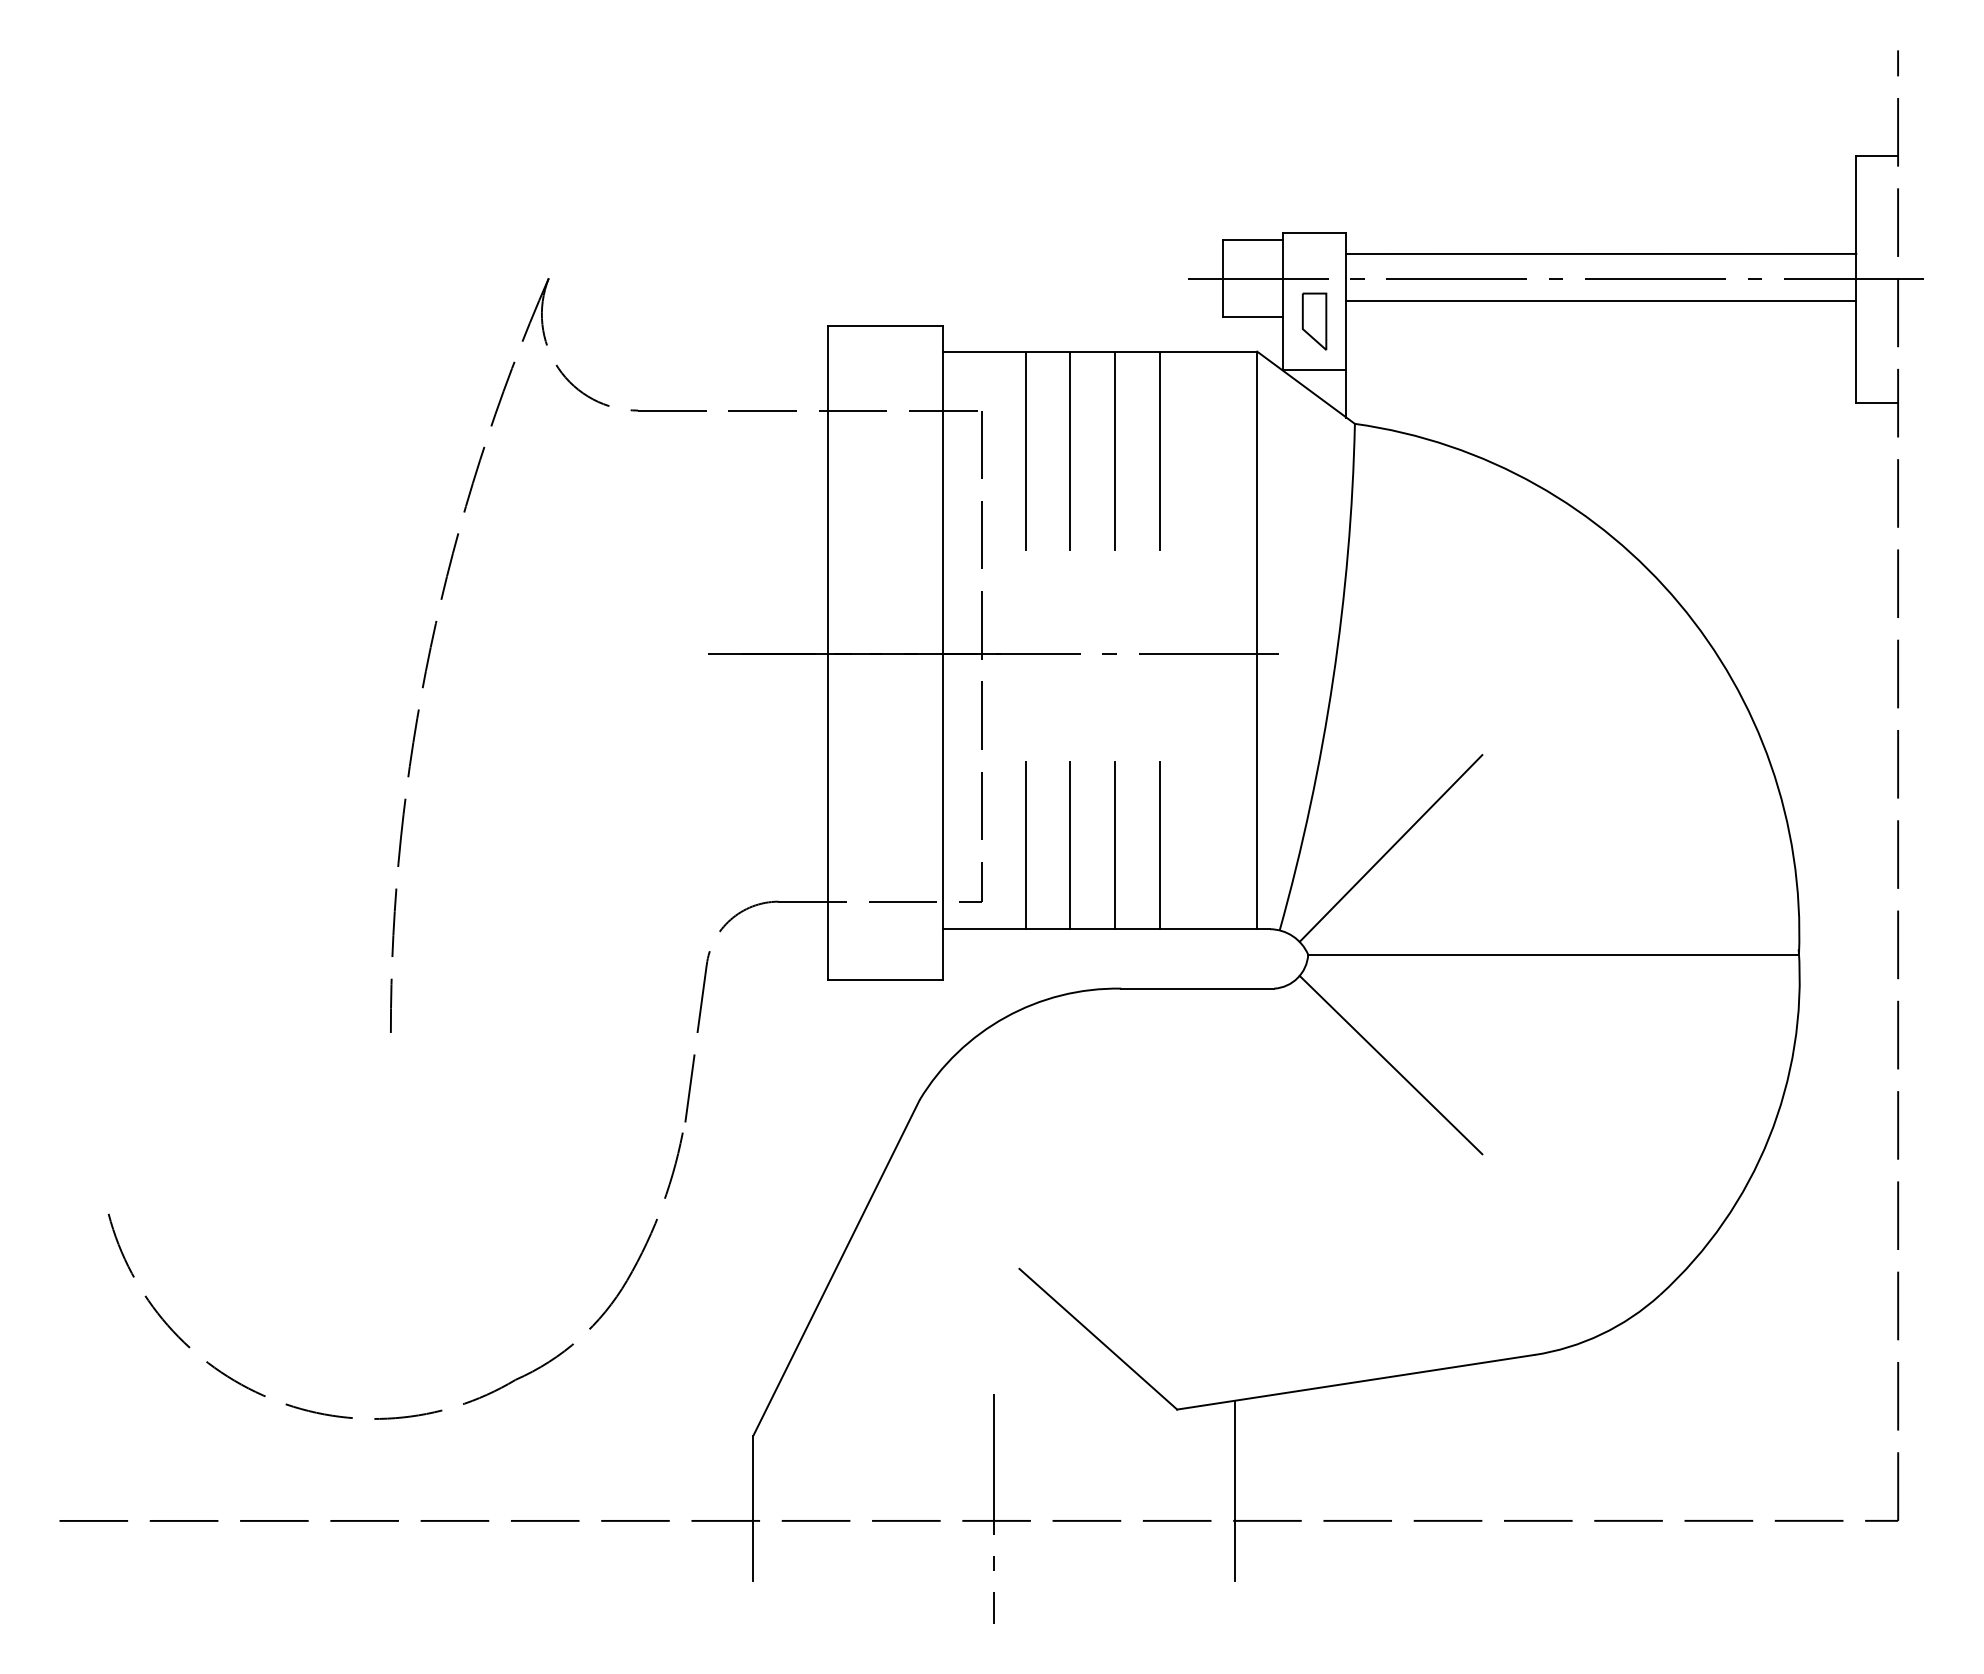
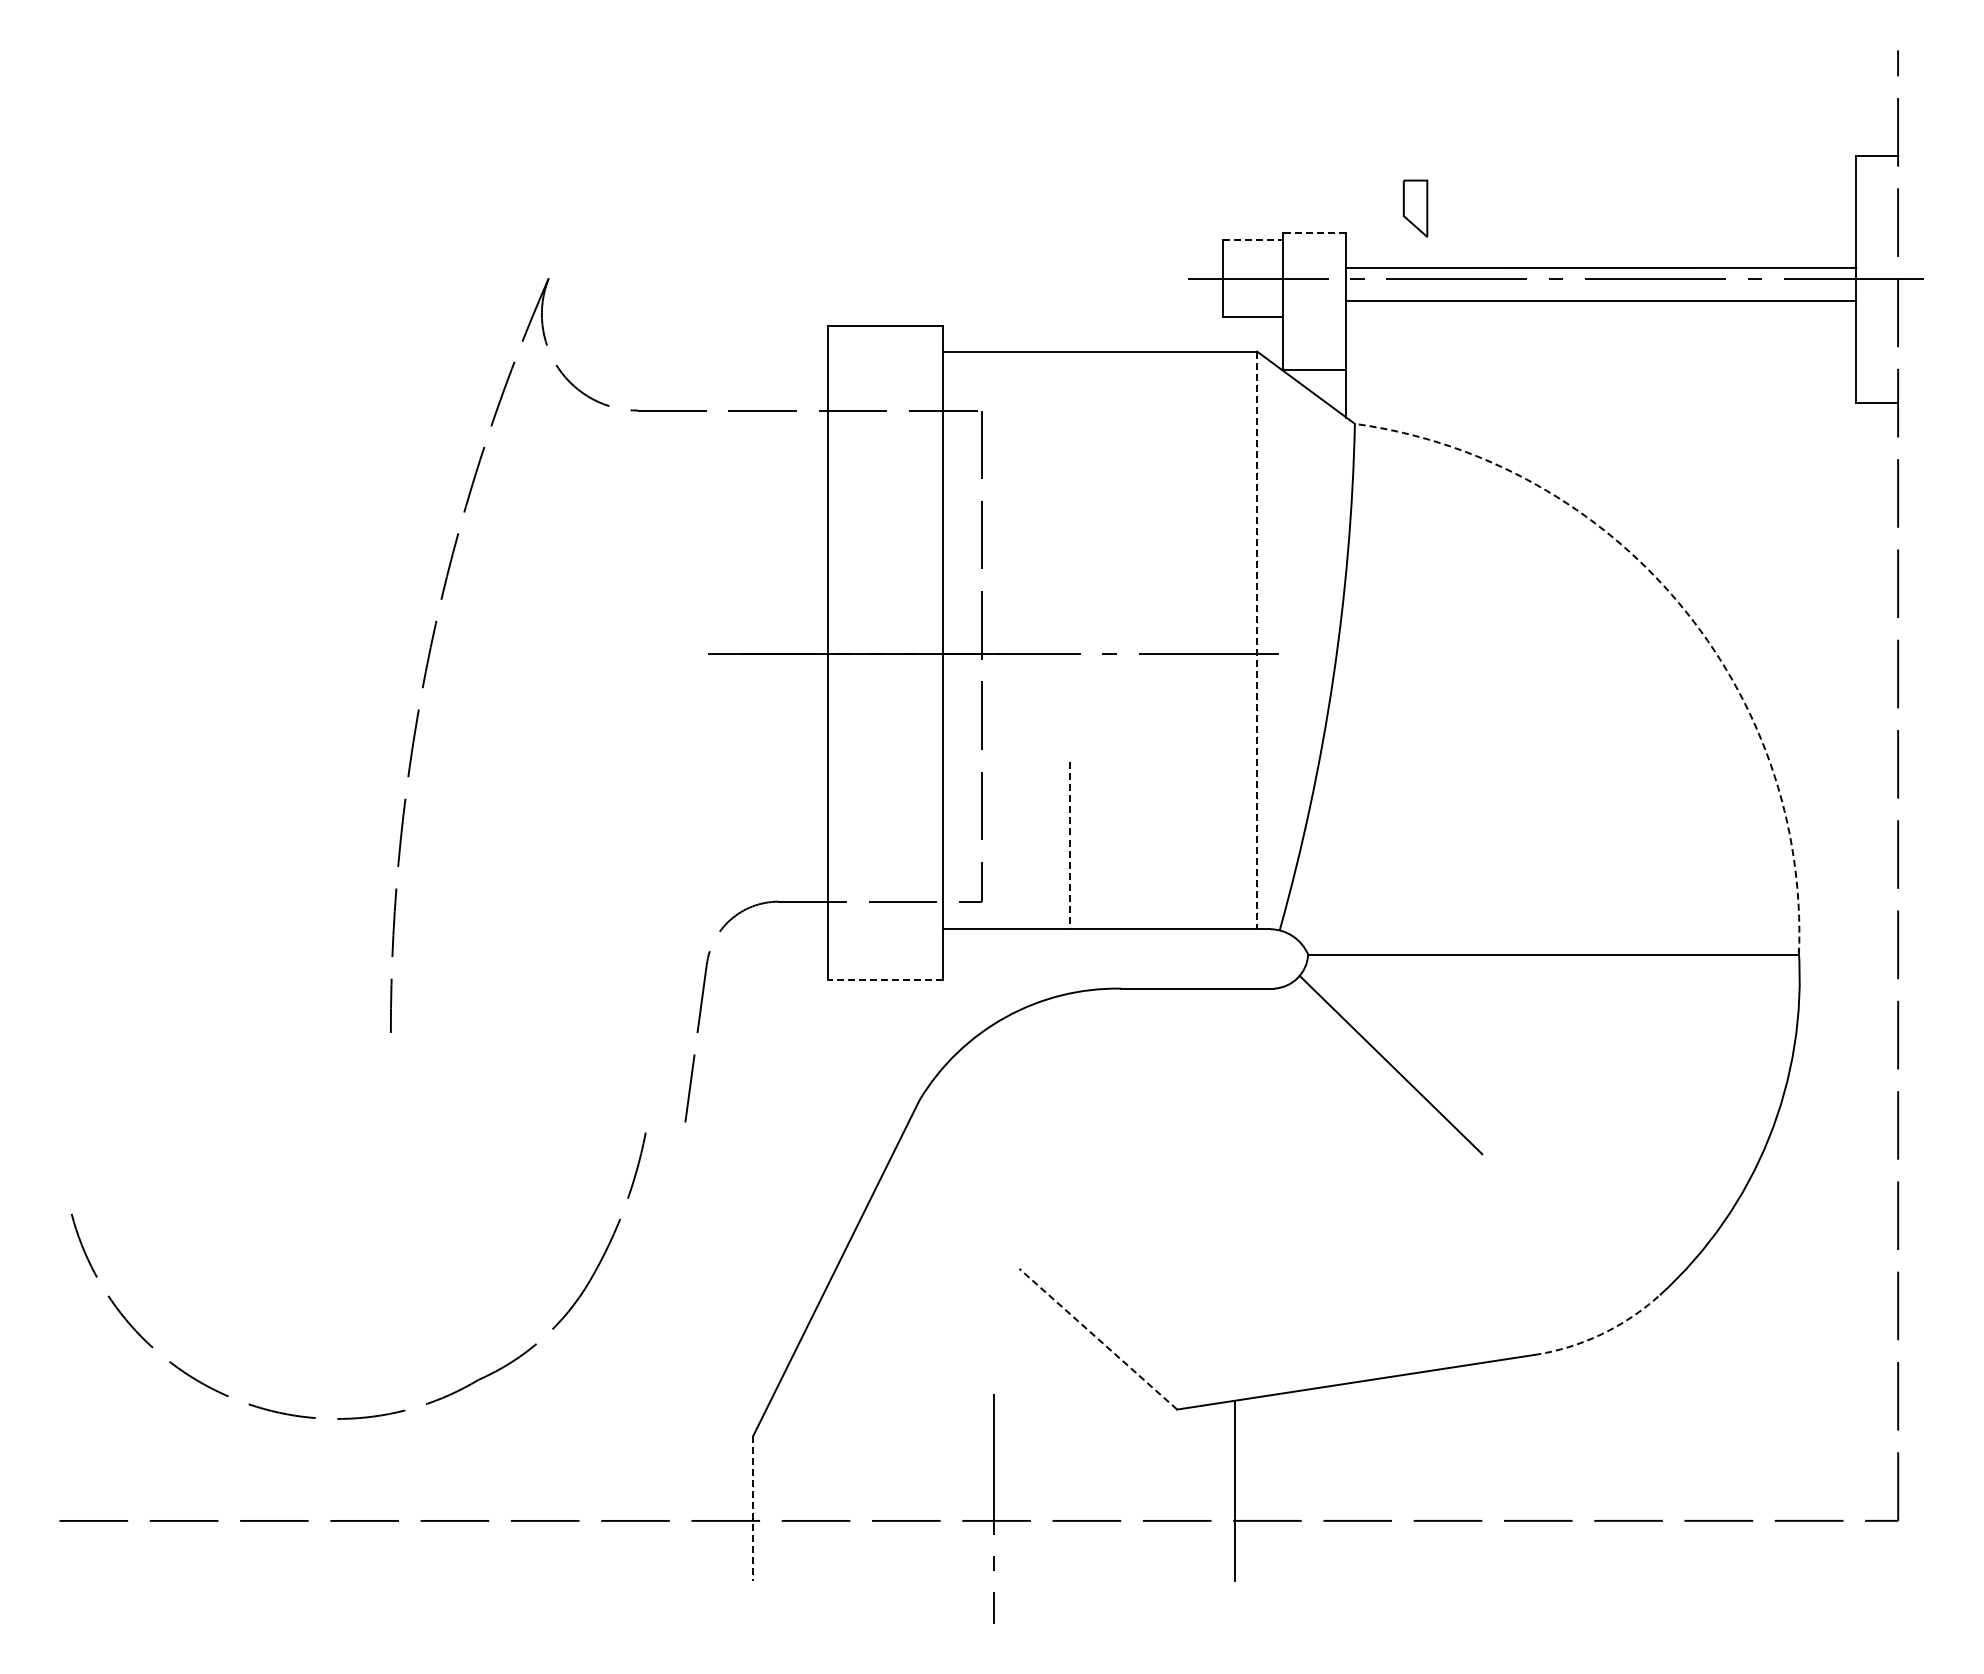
line at (1314, 232): solid -> dashed
line at (1253, 240): solid -> dashed
line at (1601, 253) position: (1601, 253) -> (1601, 267)
part at (1314, 321) position: (1314, 321) -> (1415, 208)
line at (1025, 451): present -> none
line at (1070, 451): present -> none
line at (1114, 451): present -> none
line at (1159, 451): present -> none
arc at (1679, 603): solid -> dashed
line at (1257, 640): solid -> dashed
line at (1025, 845): present -> none
line at (1114, 845): present -> none
line at (1159, 845): present -> none
line at (1070, 846): solid -> dashed
line at (1390, 848): present -> none
line at (885, 980): solid -> dashed
arc at (1601, 1334): solid -> dashed
line at (1098, 1339): solid -> dashed
part at (415, 1414) position: (415, 1414) -> (378, 1414)
line at (753, 1509): solid -> dashed
